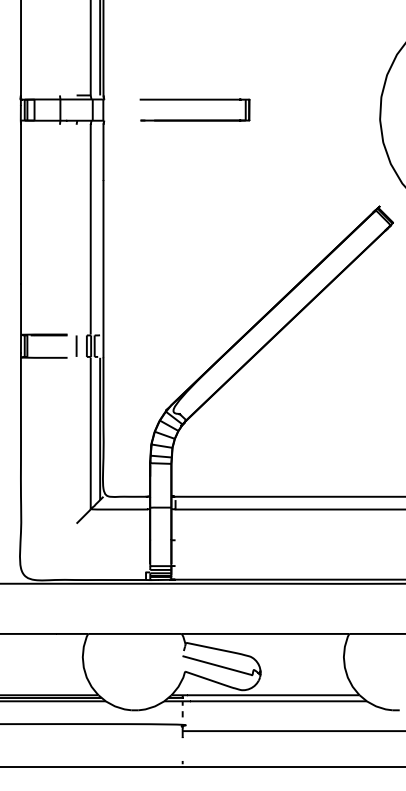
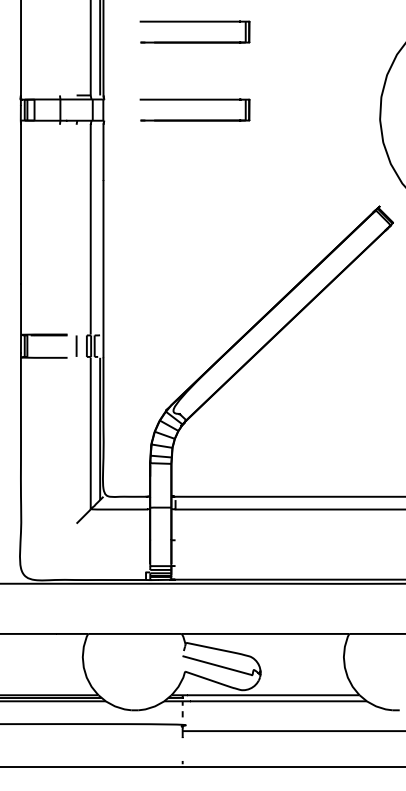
part at (194, 22): none -> present
